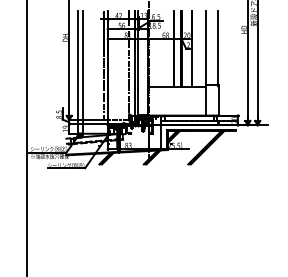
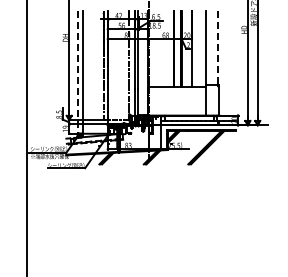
line at (218, 48): solid -> dashed
line at (77, 72): solid -> dashed
